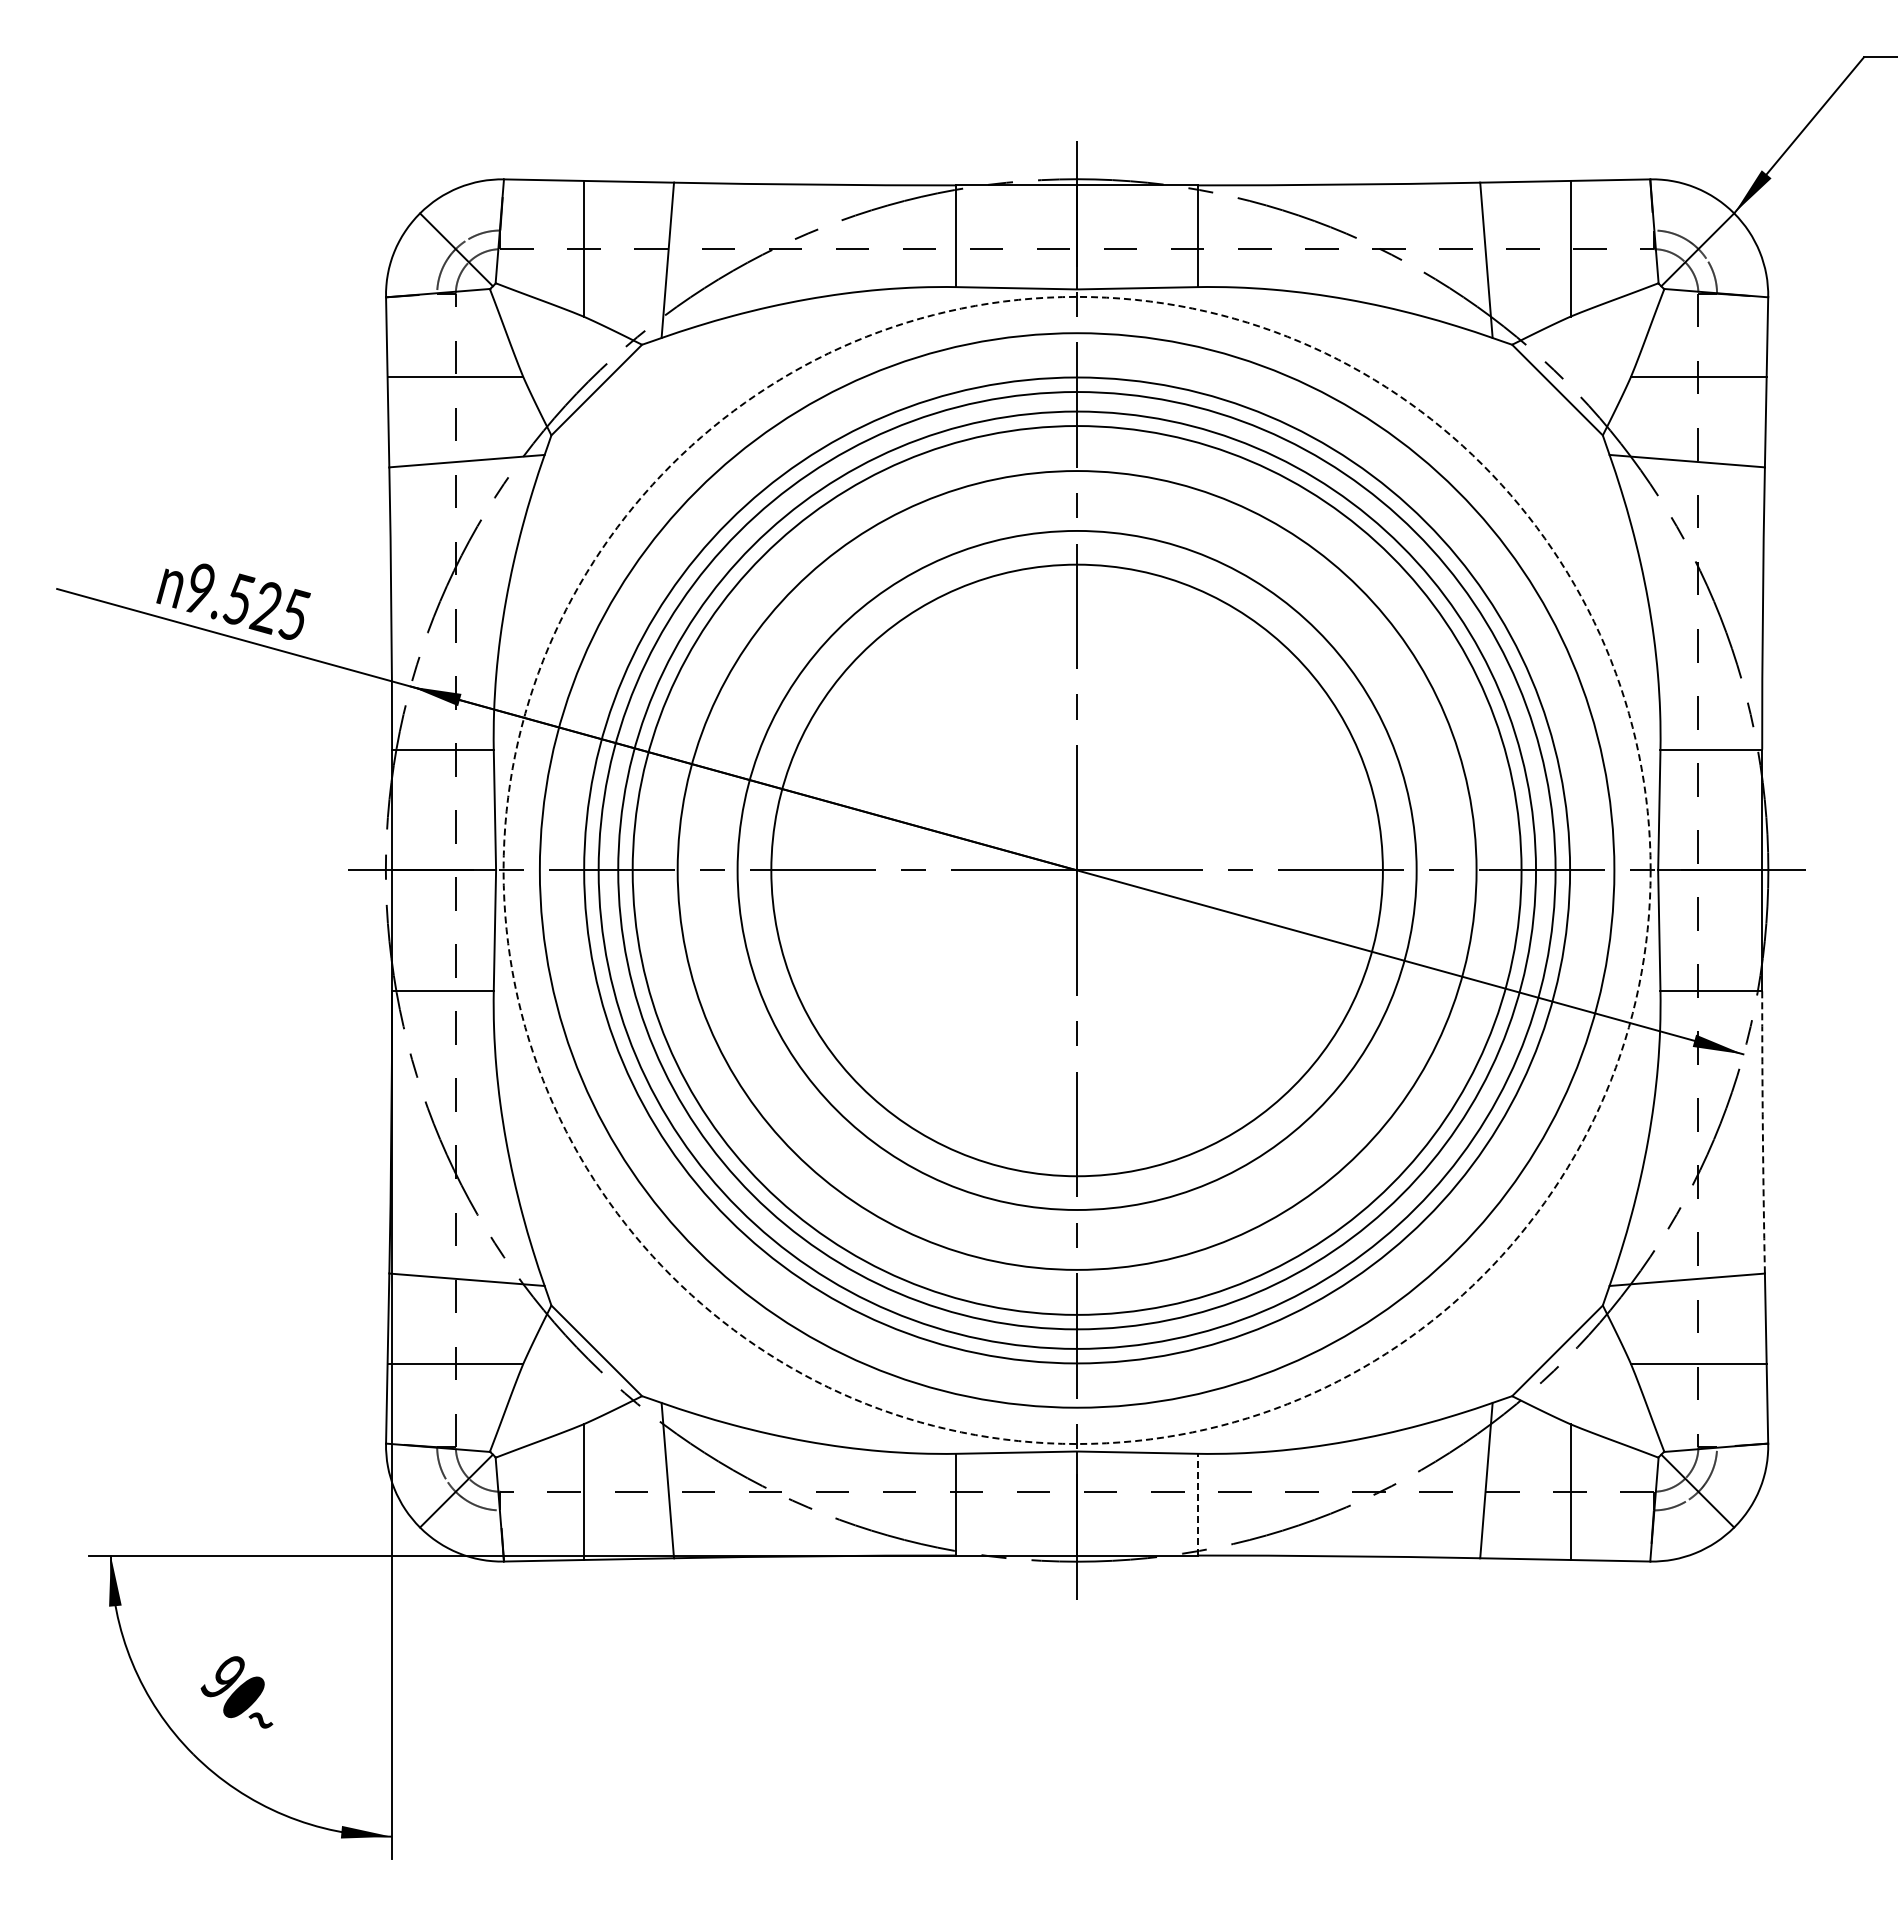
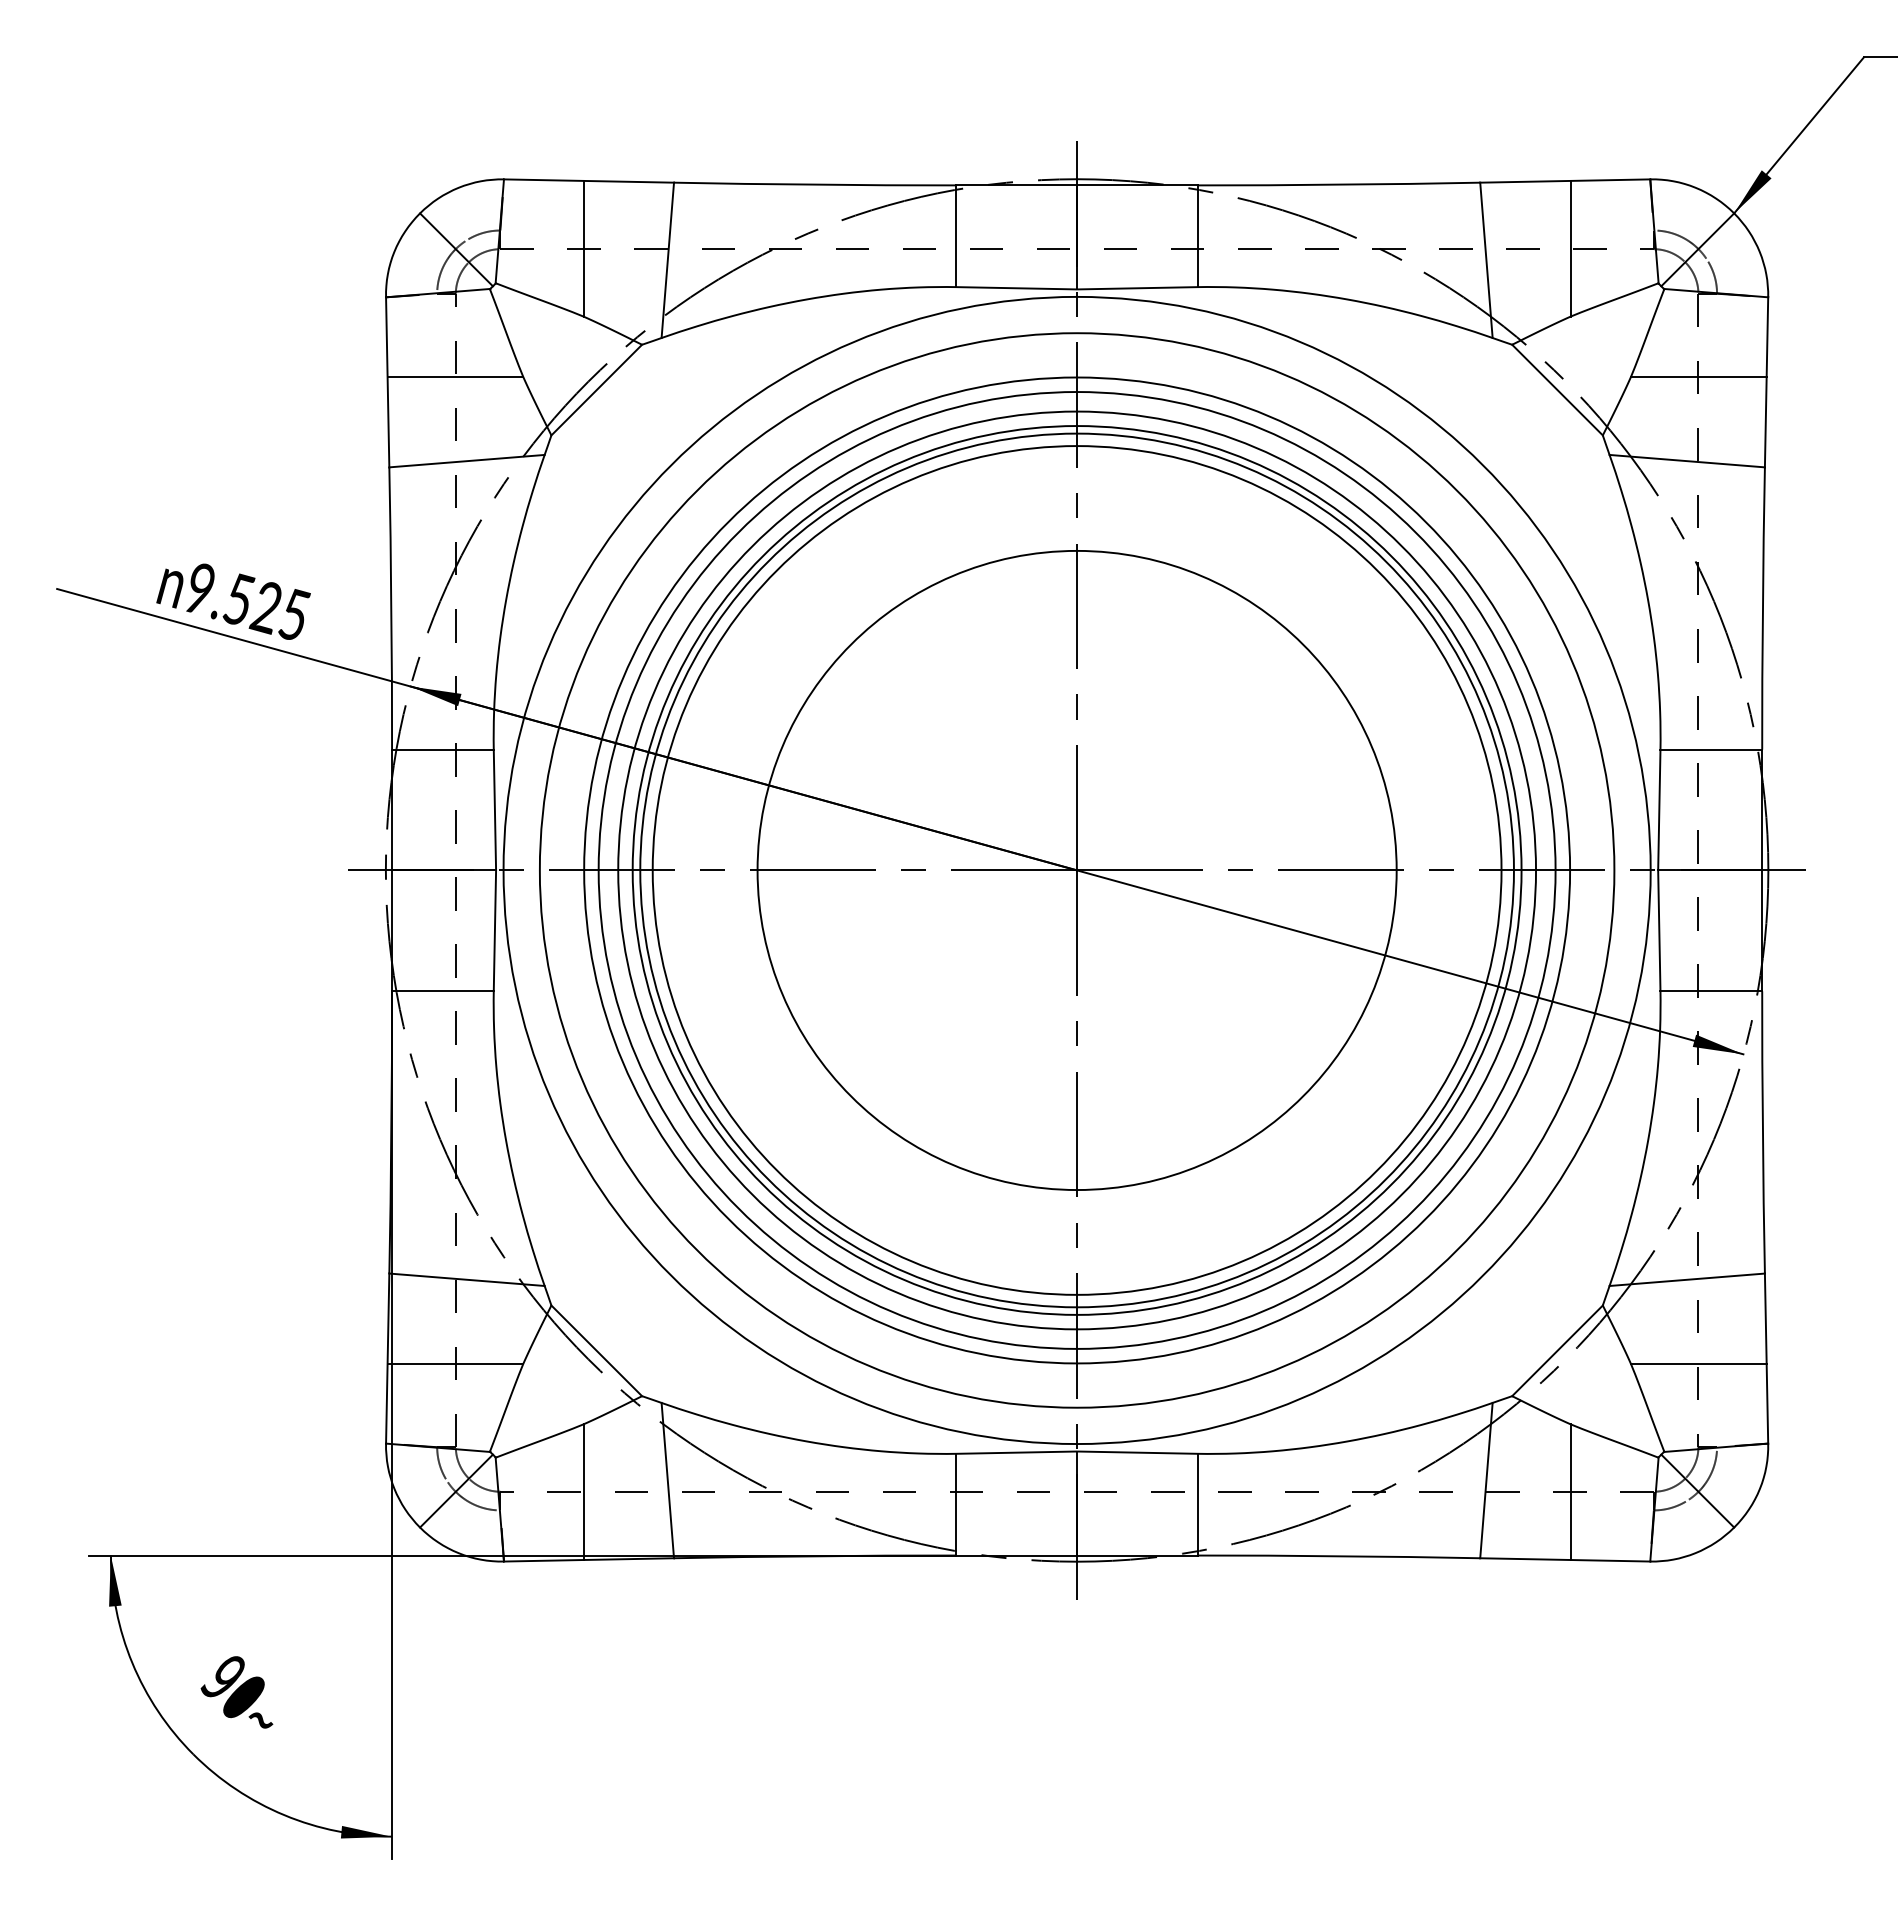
circle at (1076, 869) diameter: 679 px -> 849 px
circle at (1076, 870) diameter: 612 px -> 874 px
circle at (1076, 870) diameter: 799 px -> 639 px
circle at (1076, 870): dashed -> solid
arc at (1762, 1132): dashed -> solid
line at (1197, 1504): dashed -> solid
